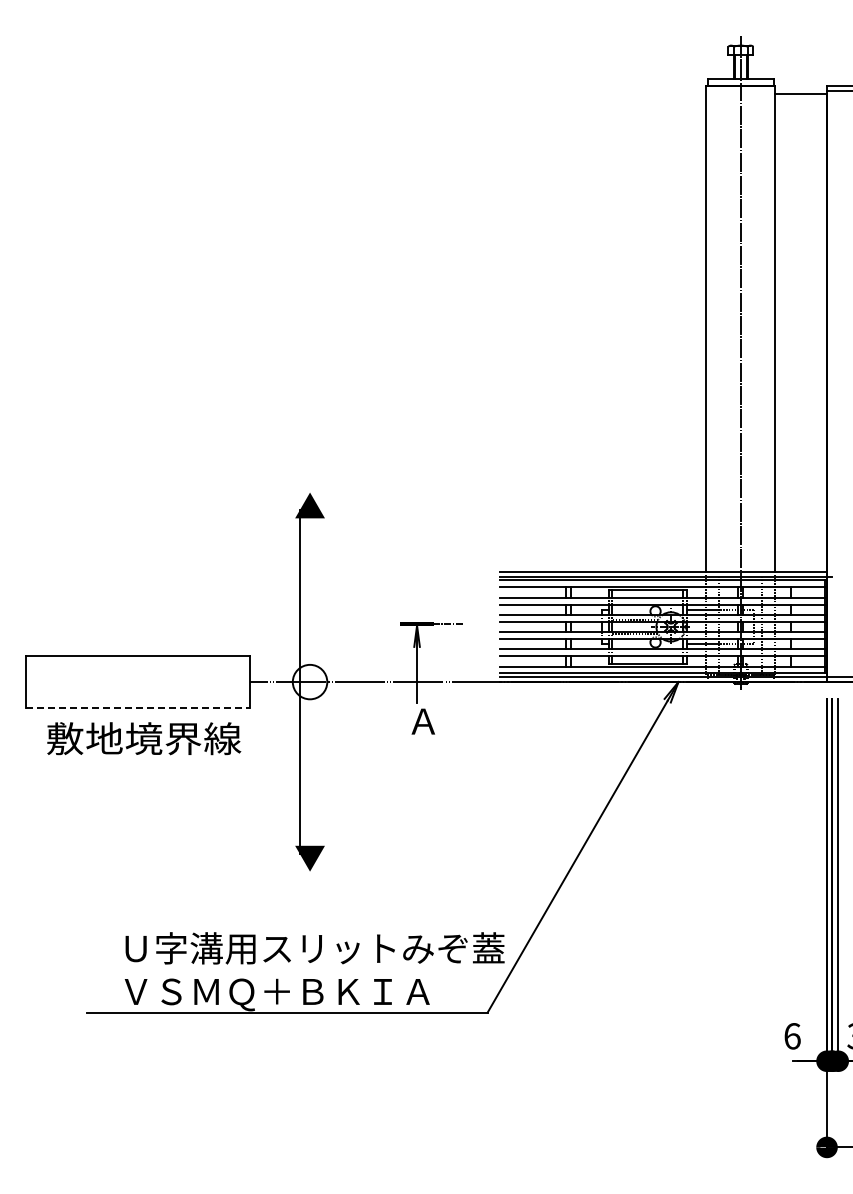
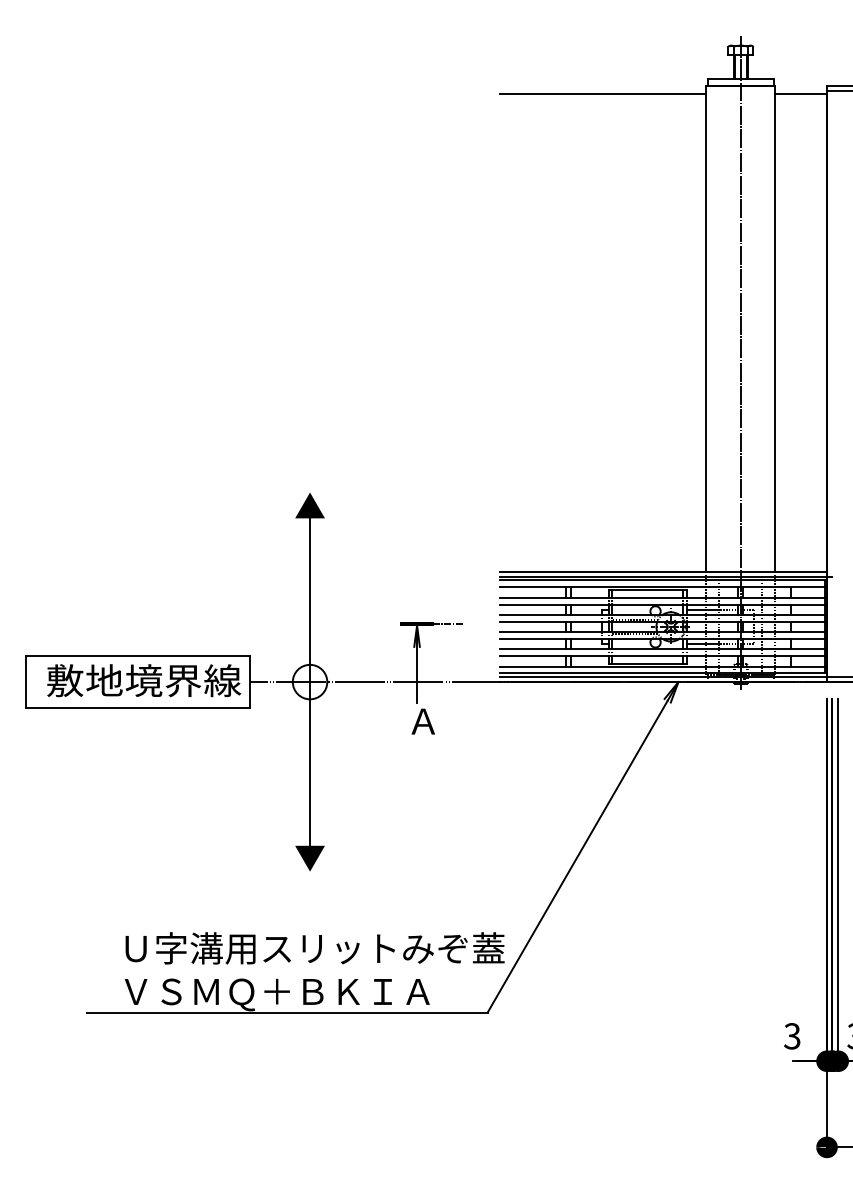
line at (602, 94): none -> present
line at (300, 681) position: (300, 681) -> (310, 681)
line at (138, 707): dashed -> solid
text at (144, 738) position: (144, 738) -> (144, 680)
text at (792, 1036): 6 -> 3
